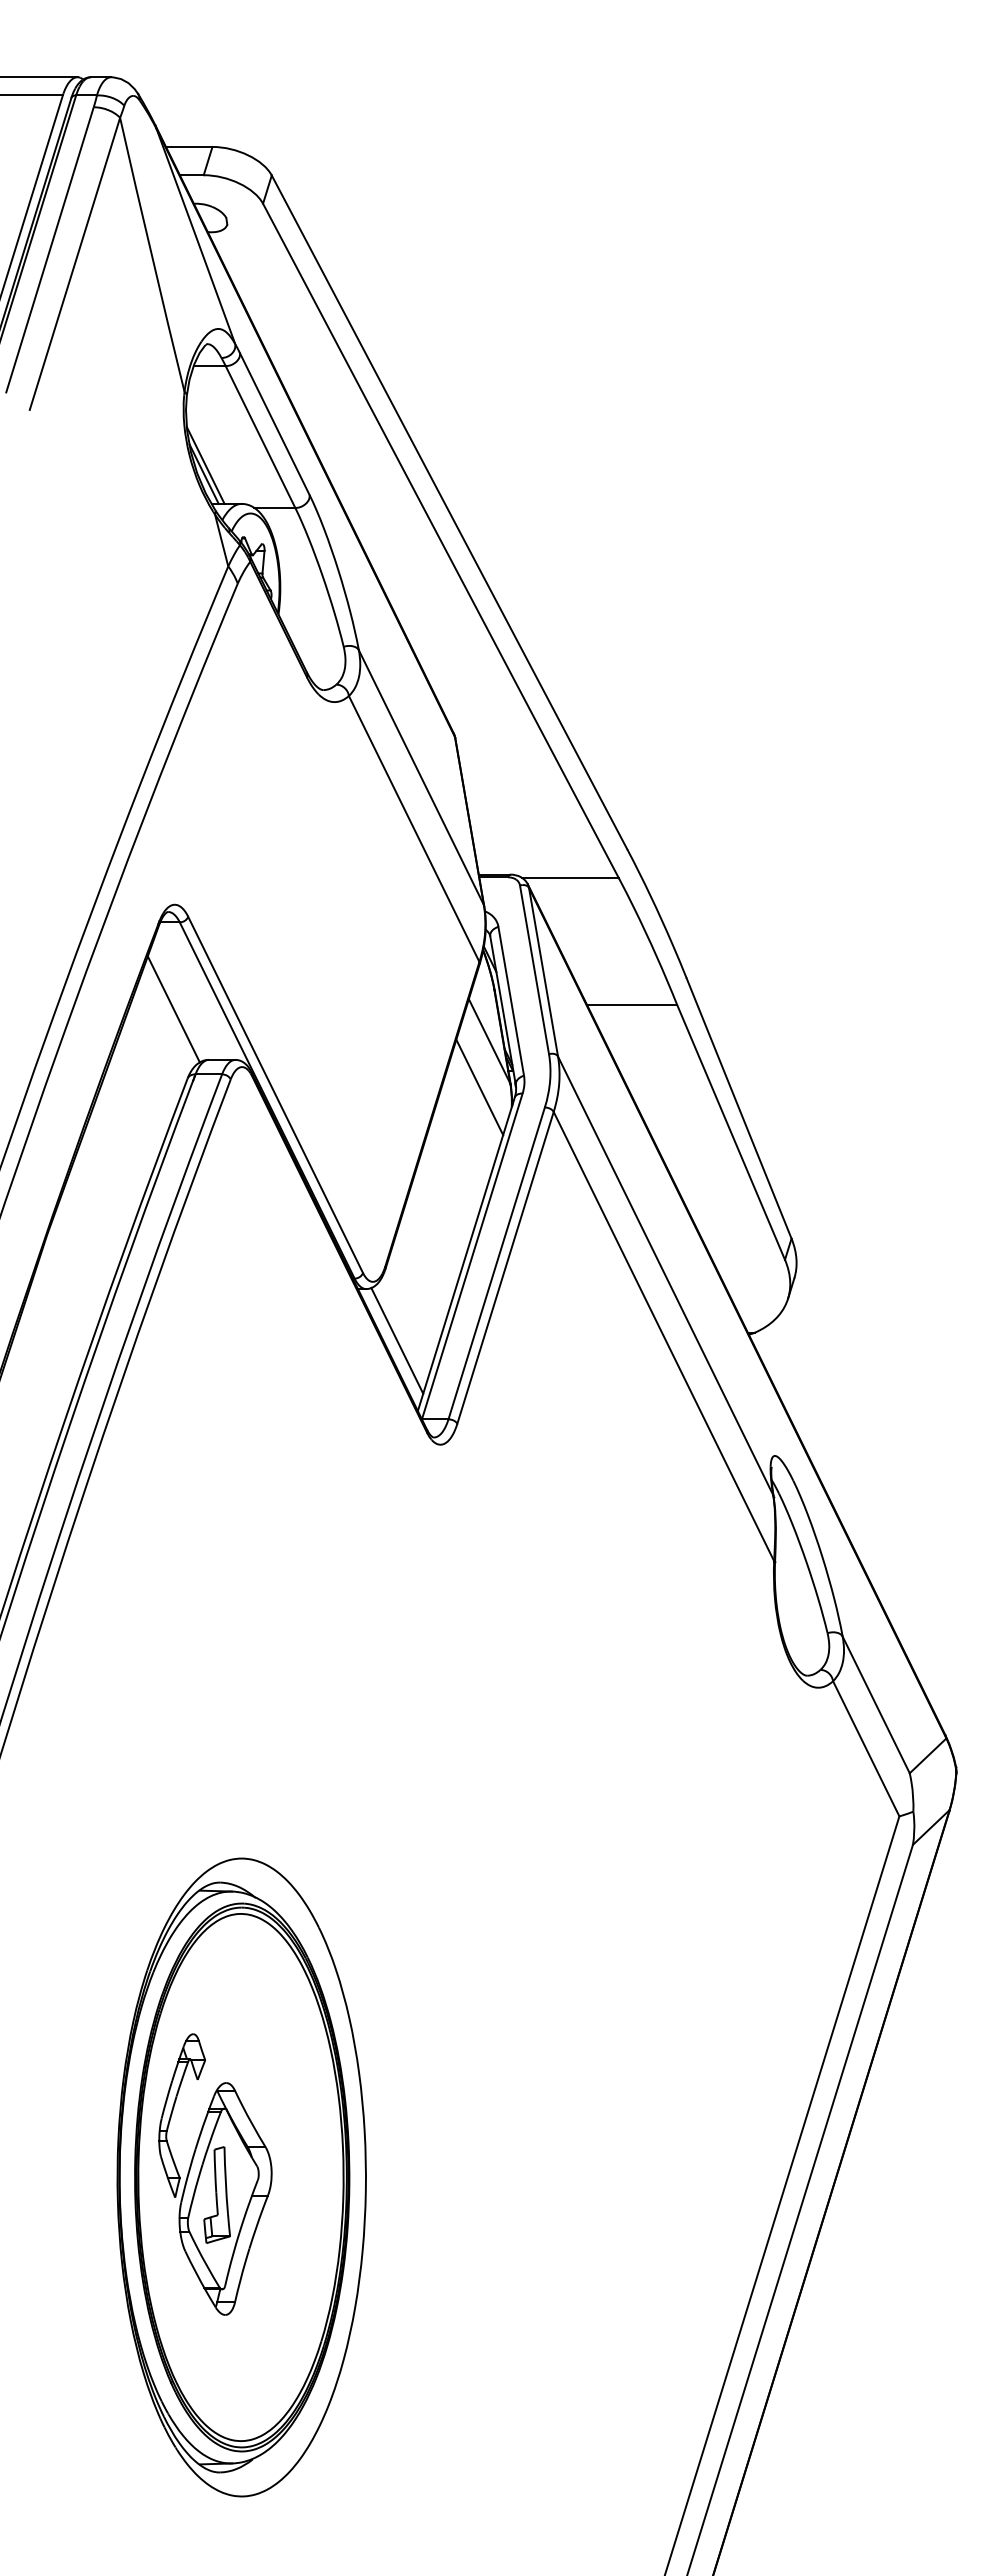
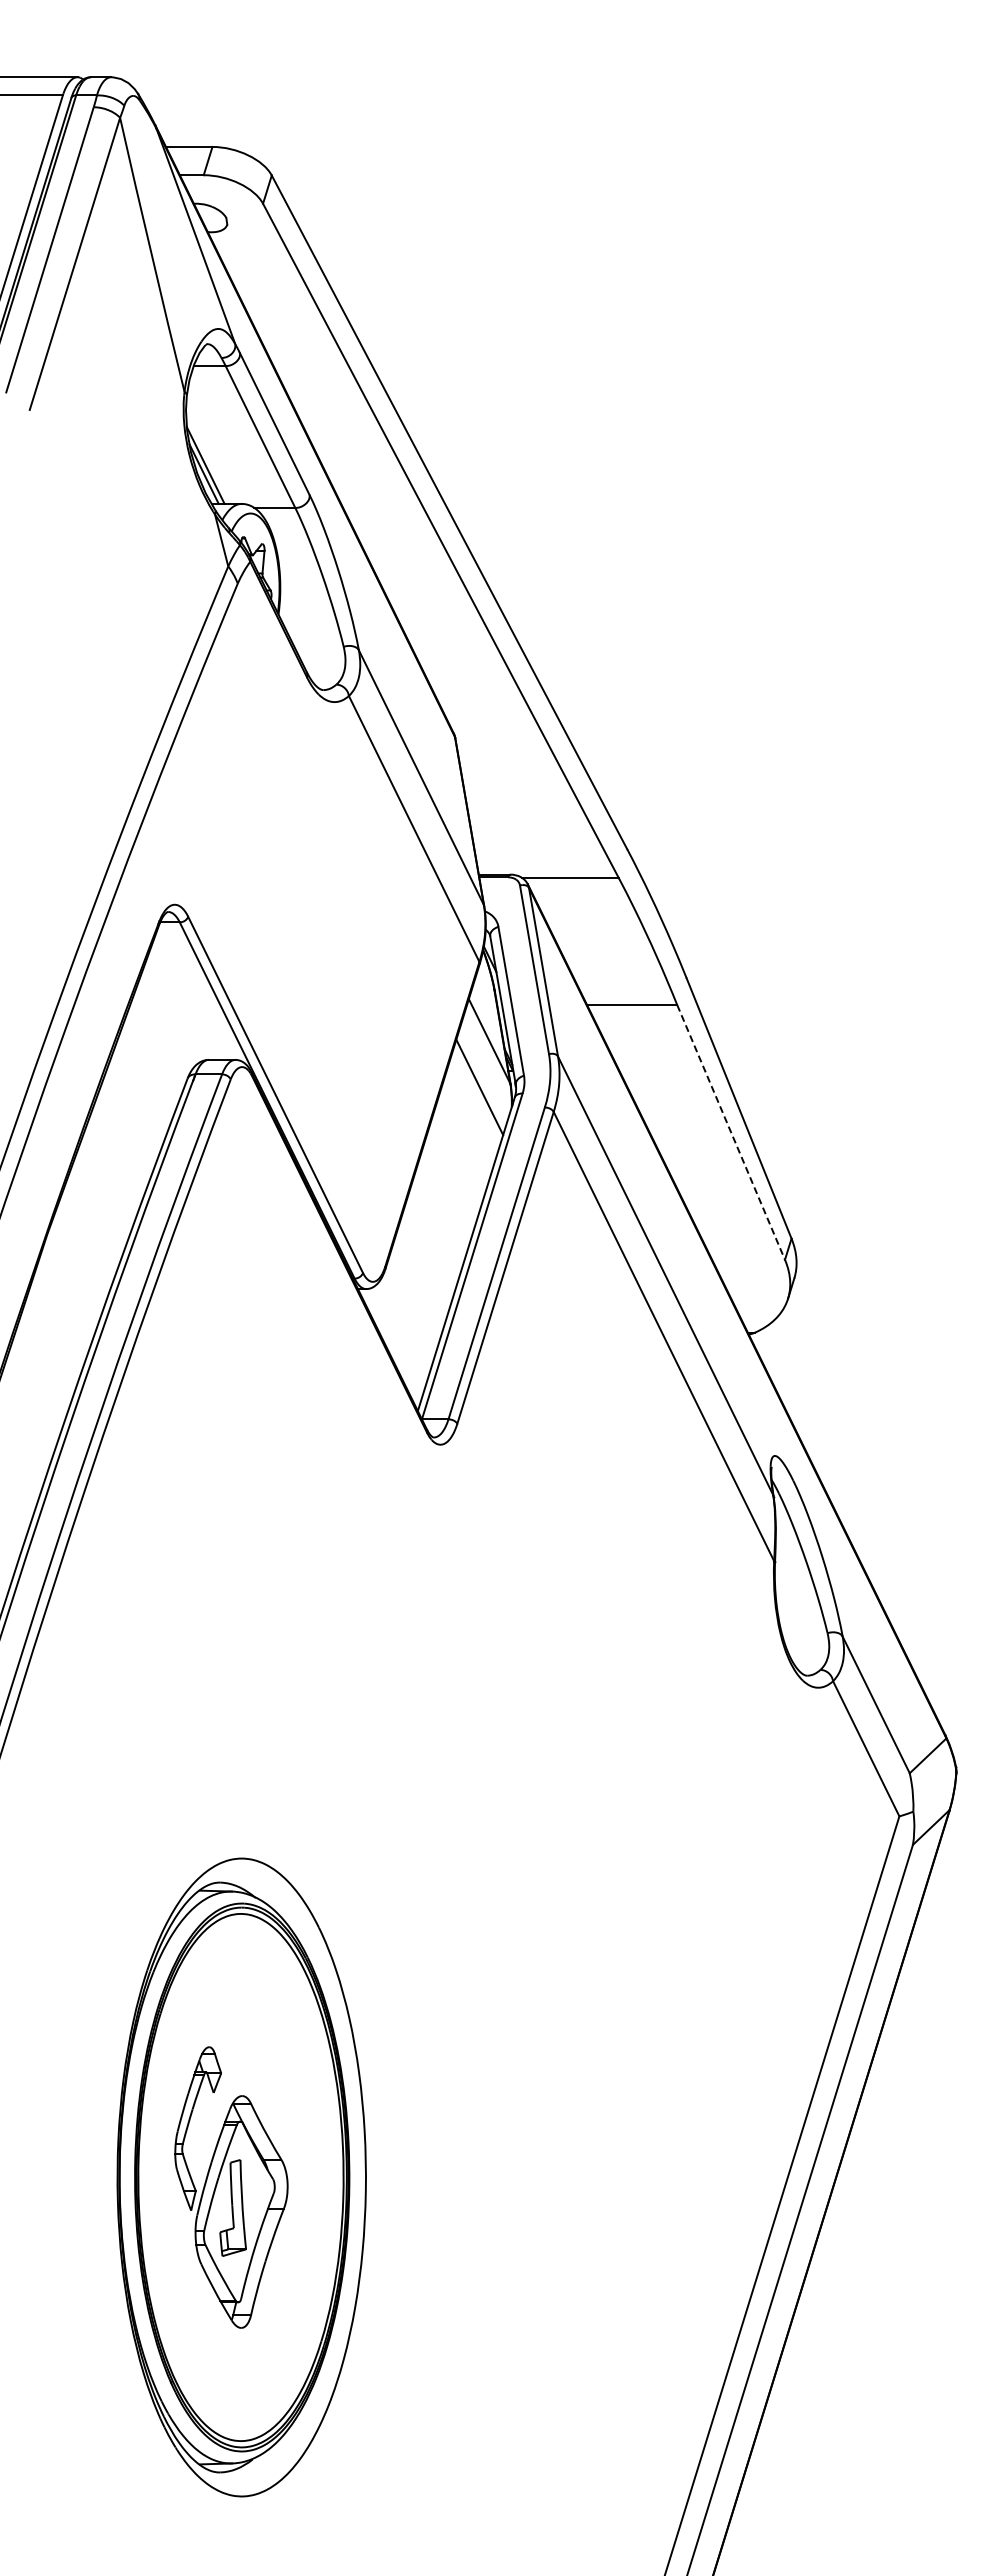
line at (173, 1009): present -> none
line at (731, 1132): solid -> dashed
line at (397, 1340): present -> none
part at (215, 2174) position: (215, 2174) -> (231, 2187)
